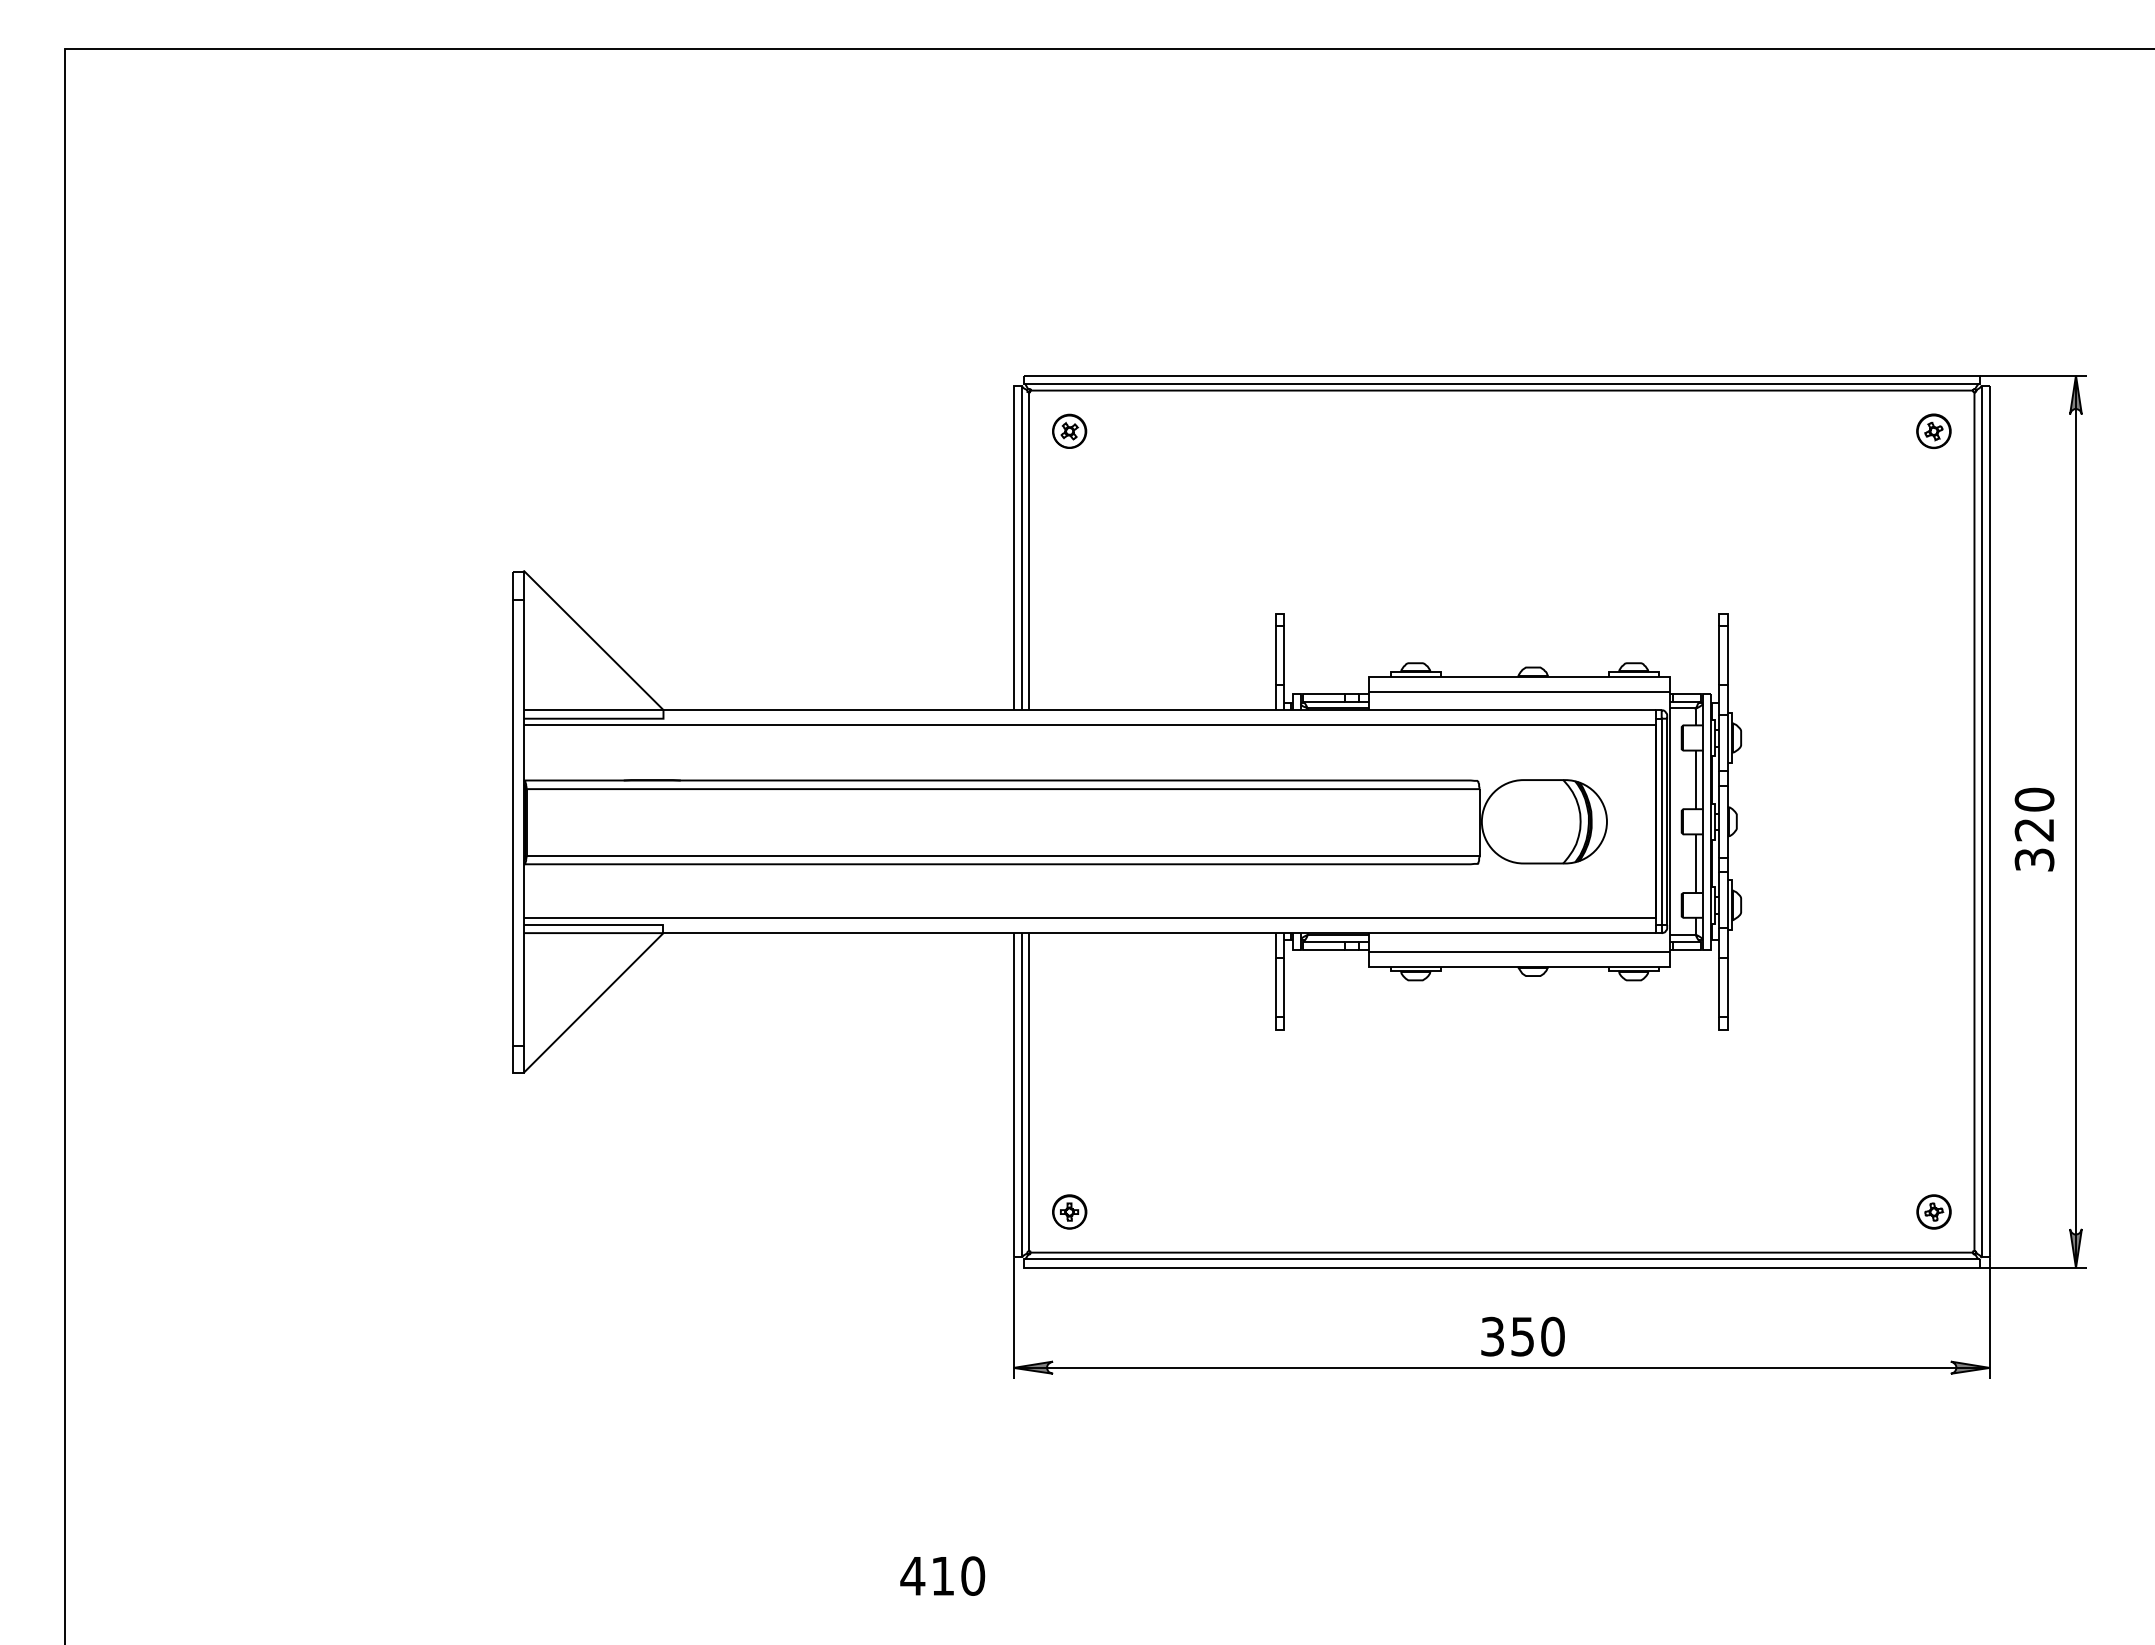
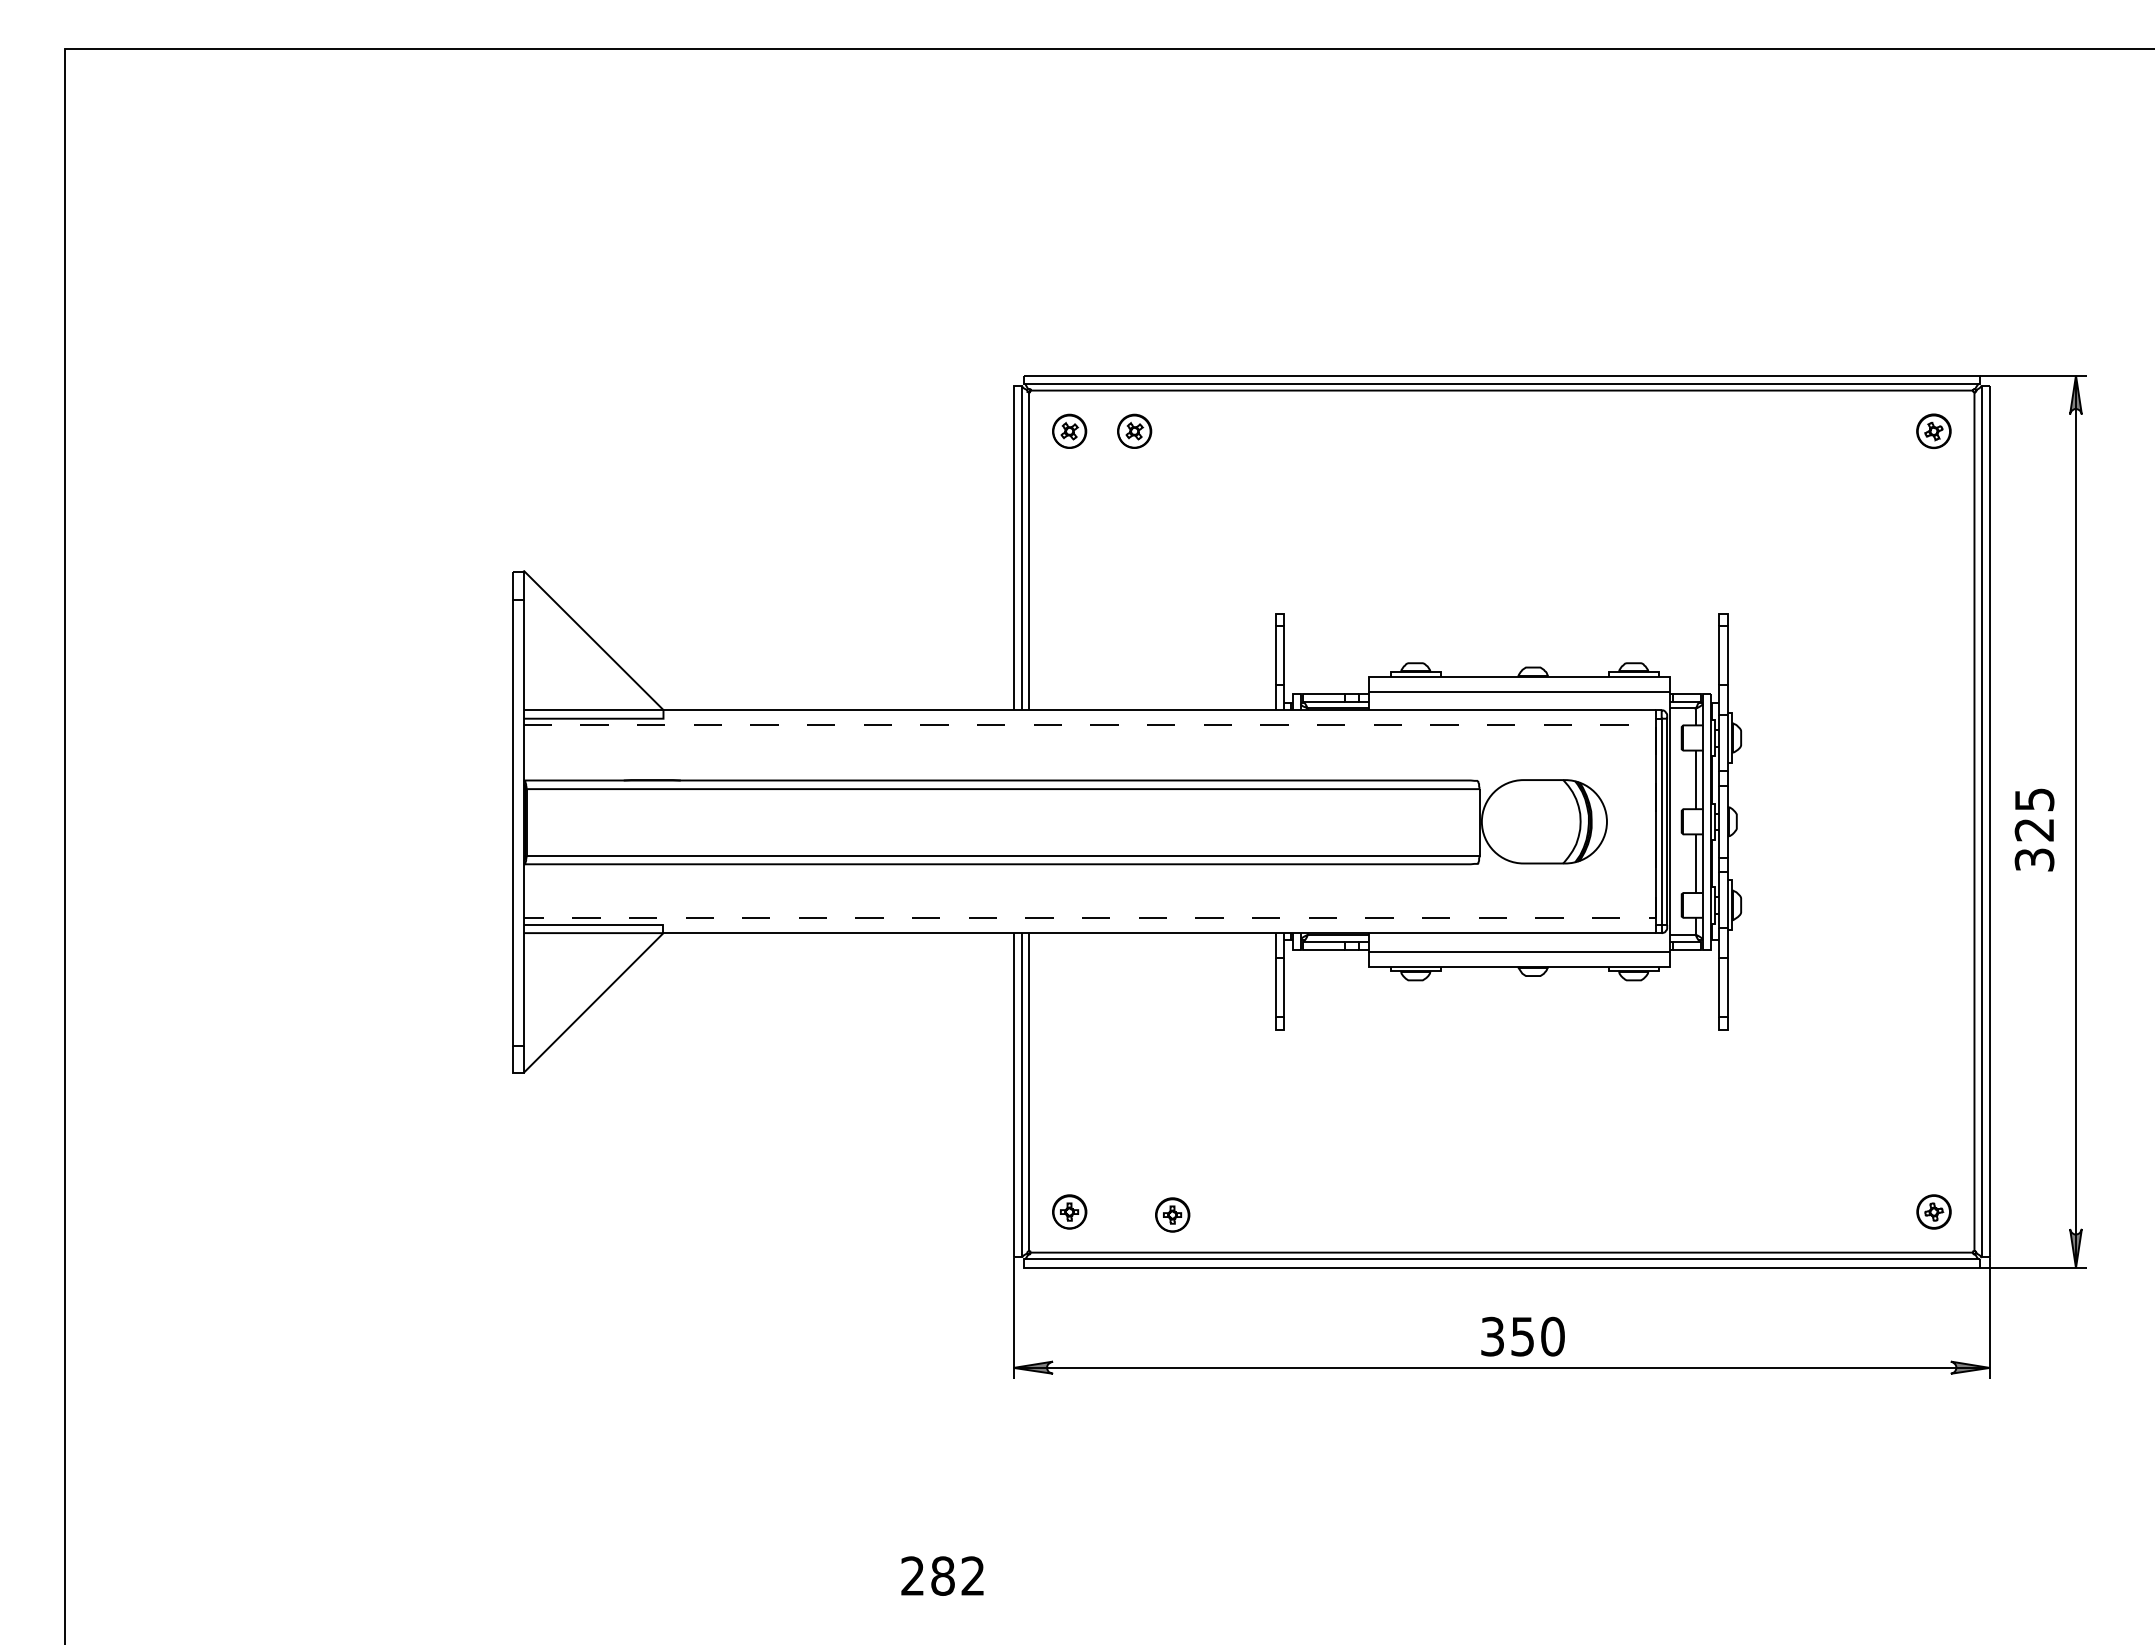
part at (1134, 430): none -> present
text at (2034, 799): 320 -> 325
line at (1655, 822): solid -> dashed
part at (1172, 1214): none -> present
text at (942, 1575): 410 -> 282
